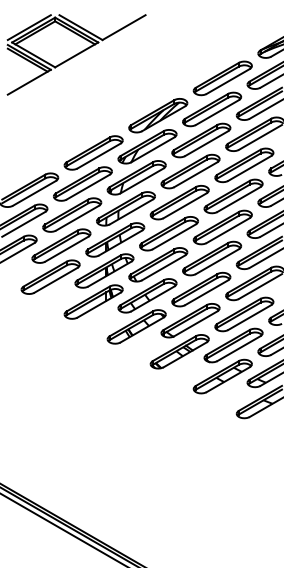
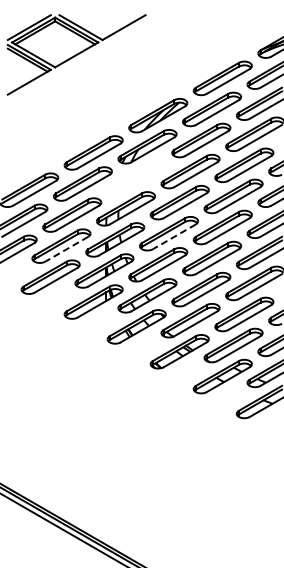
part at (136, 177): present -> none
line at (174, 236): solid -> dashed
line at (66, 249): solid -> dashed
